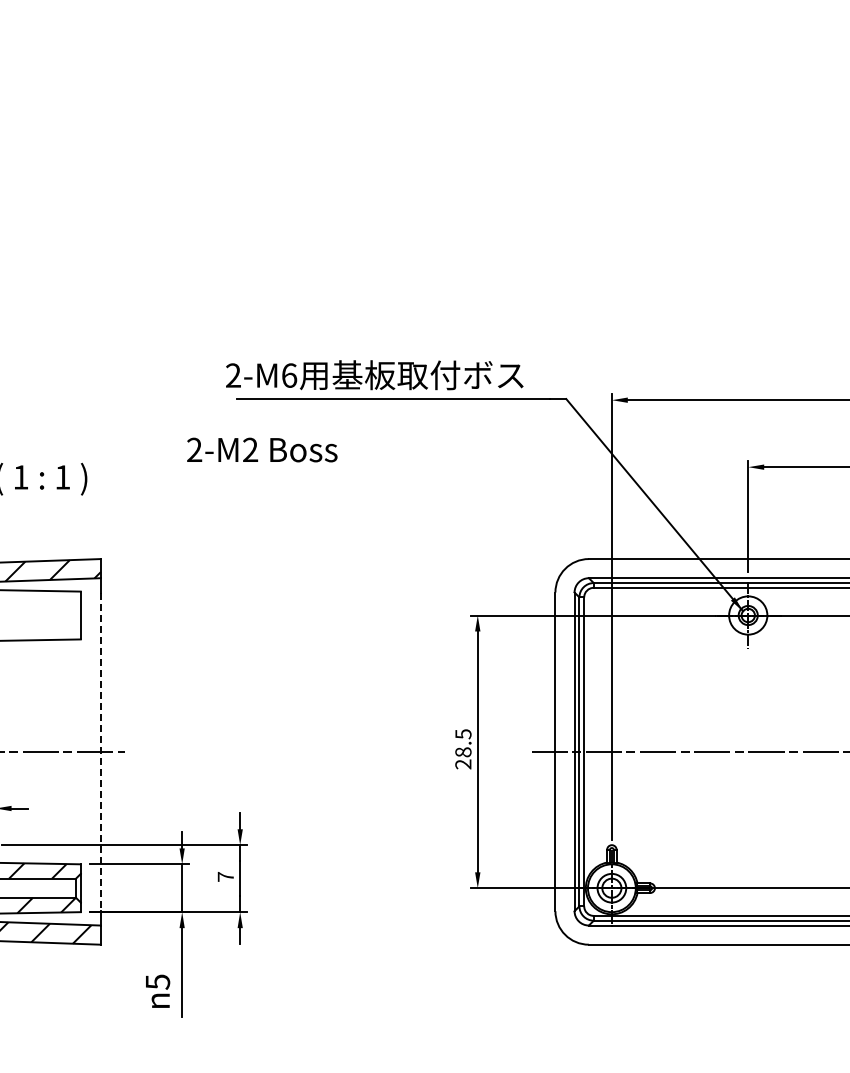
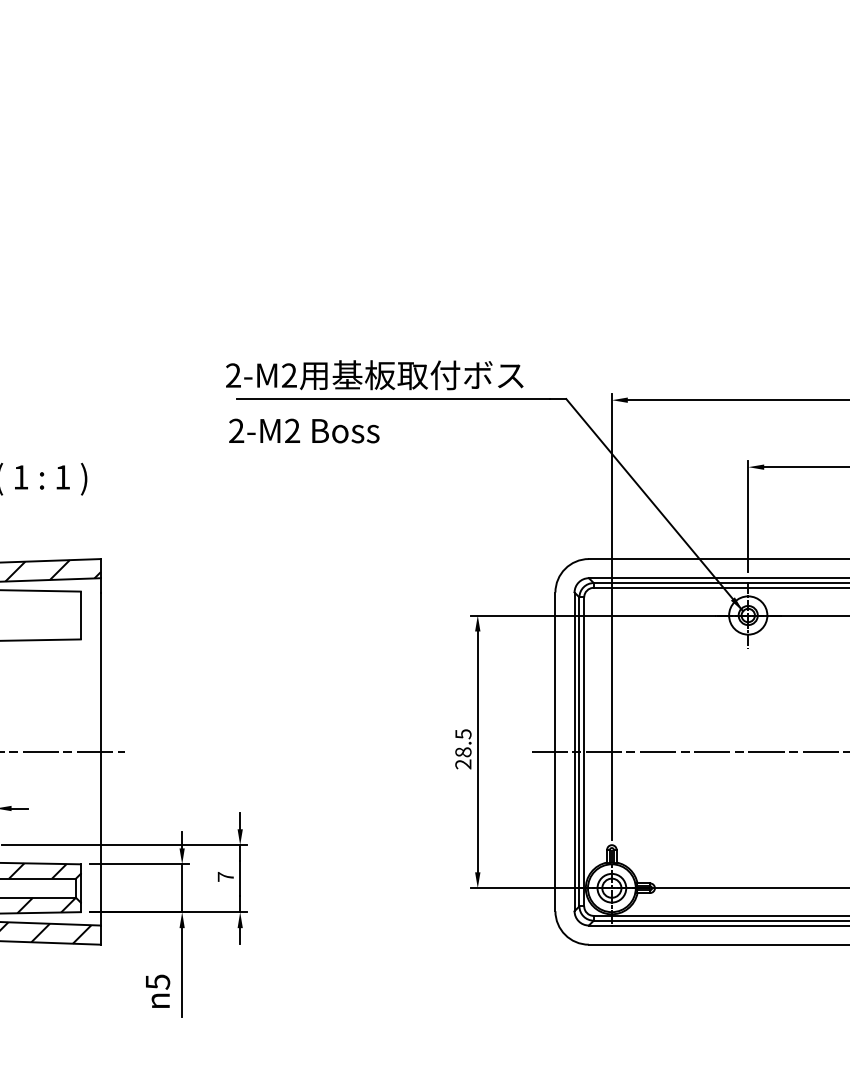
text at (289, 375): 2-M6 -> 2-M2
text at (262, 449) position: (262, 449) -> (304, 430)
line at (100, 752): dashed -> solid
